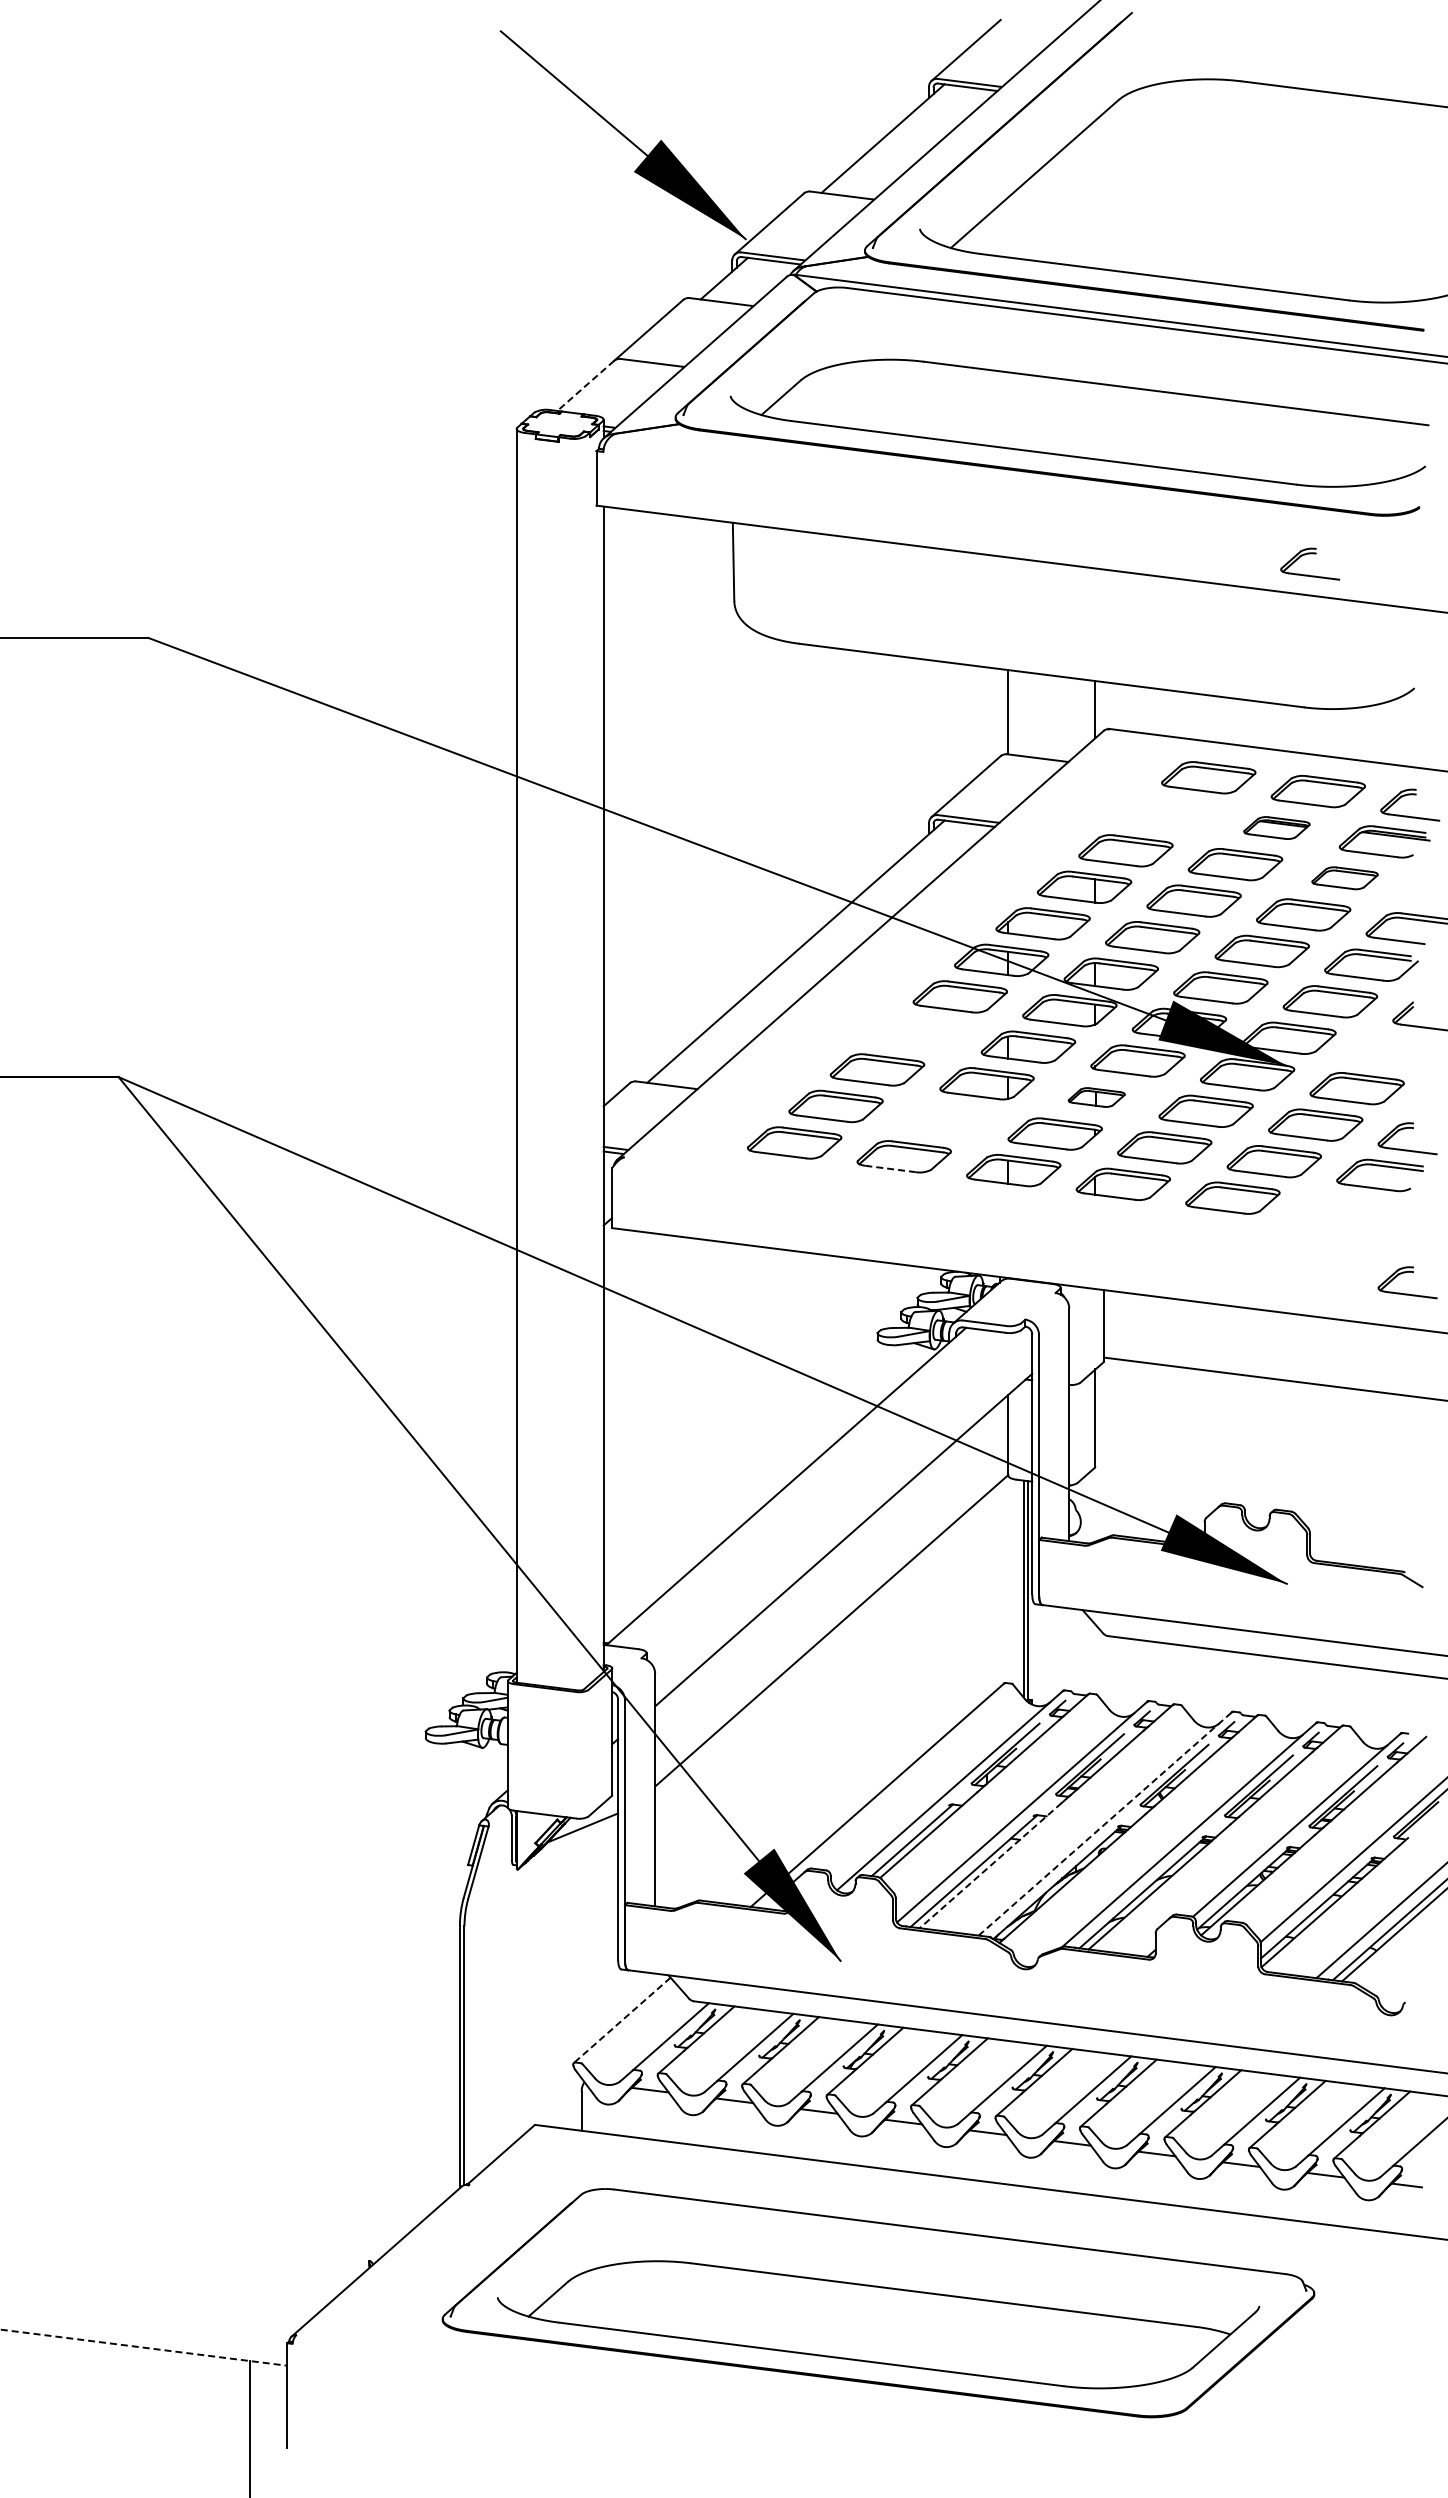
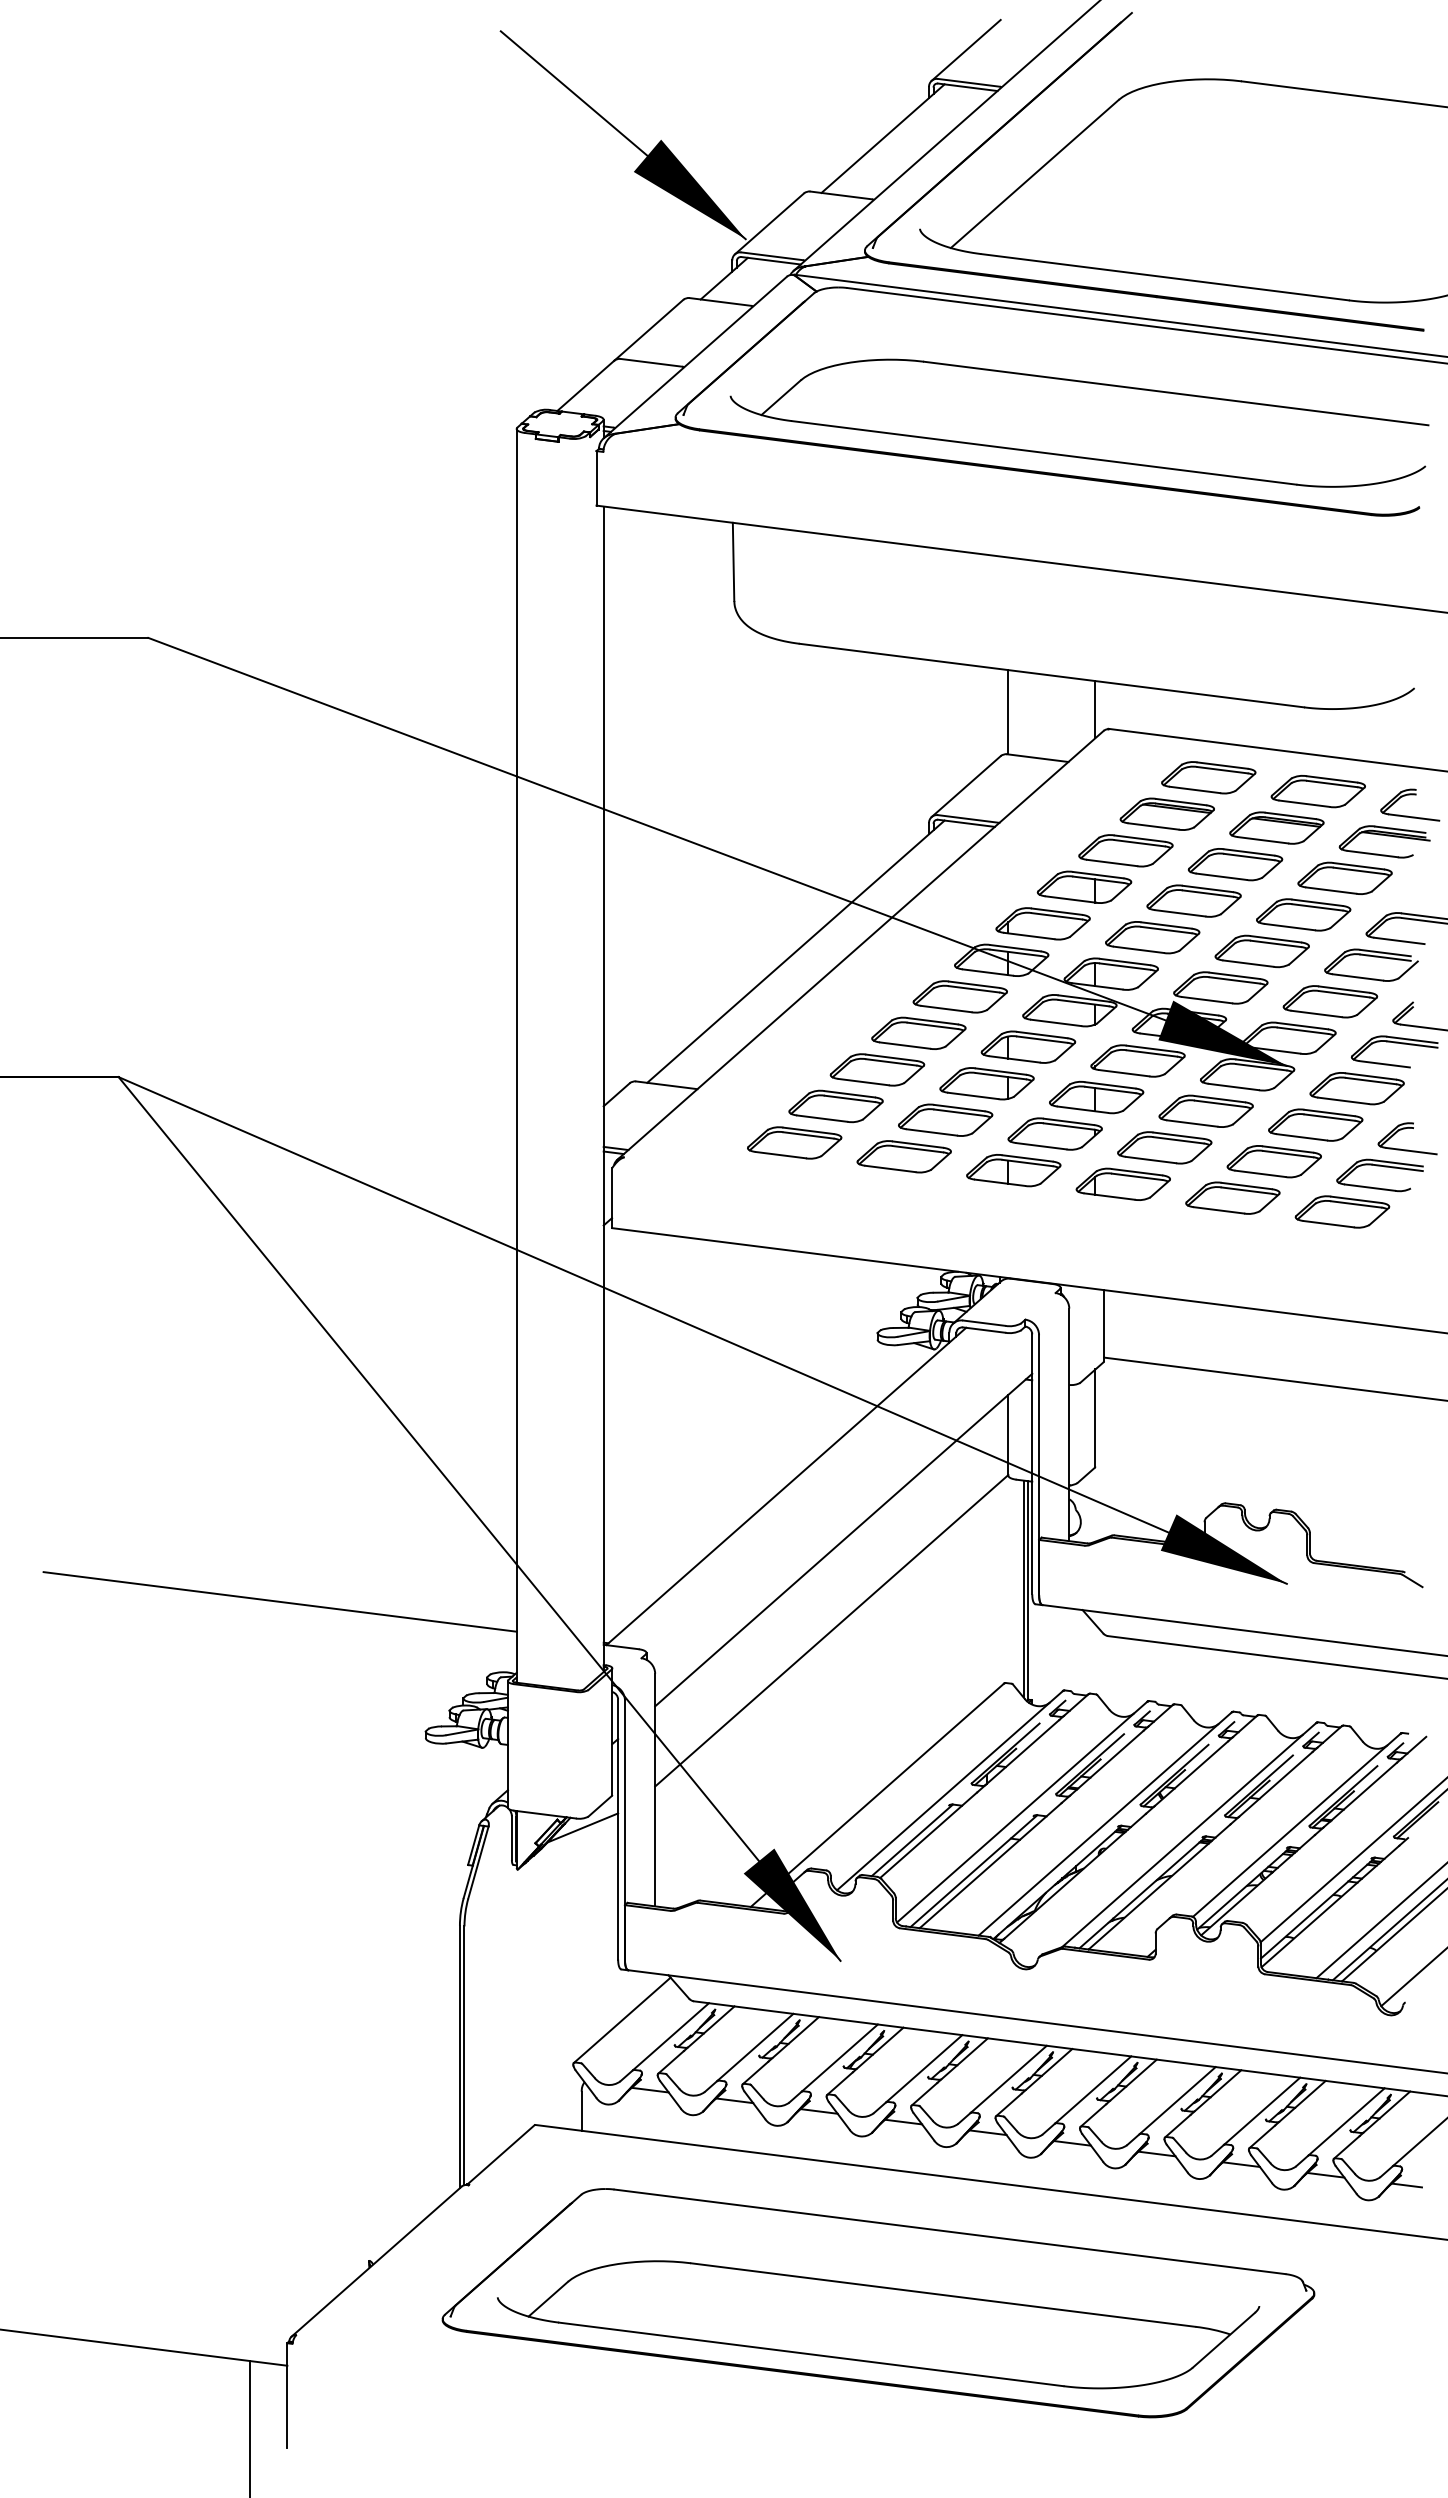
line at (585, 385): dashed -> solid
part at (1310, 554): present -> none
part at (1166, 813): none -> present
part at (1276, 827) size: 68x24 px -> 96x34 px
part at (1344, 878) size: 68x25 px -> 96x34 px
part at (918, 1032): none -> present
part at (1394, 1043): none -> present
part at (1096, 1097) size: 59x21 px -> 96x35 px
part at (945, 1119): none -> present
line at (890, 1169): dashed -> solid
part at (1342, 1211): none -> present
part at (1405, 1273): present -> none
line at (279, 1601): none -> present
line at (1105, 1824): dashed -> solid
line at (990, 1865): dashed -> solid
line at (1412, 1978): none -> present
line at (621, 2020): dashed -> solid
line at (144, 2347): dashed -> solid
